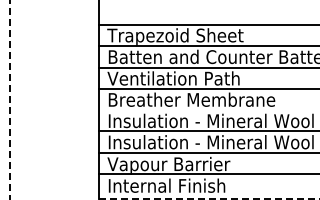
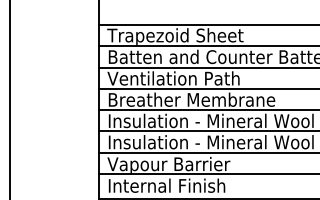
line at (9, 100): dashed -> solid
line at (207, 110): none -> present
line at (210, 199): dashed -> solid
